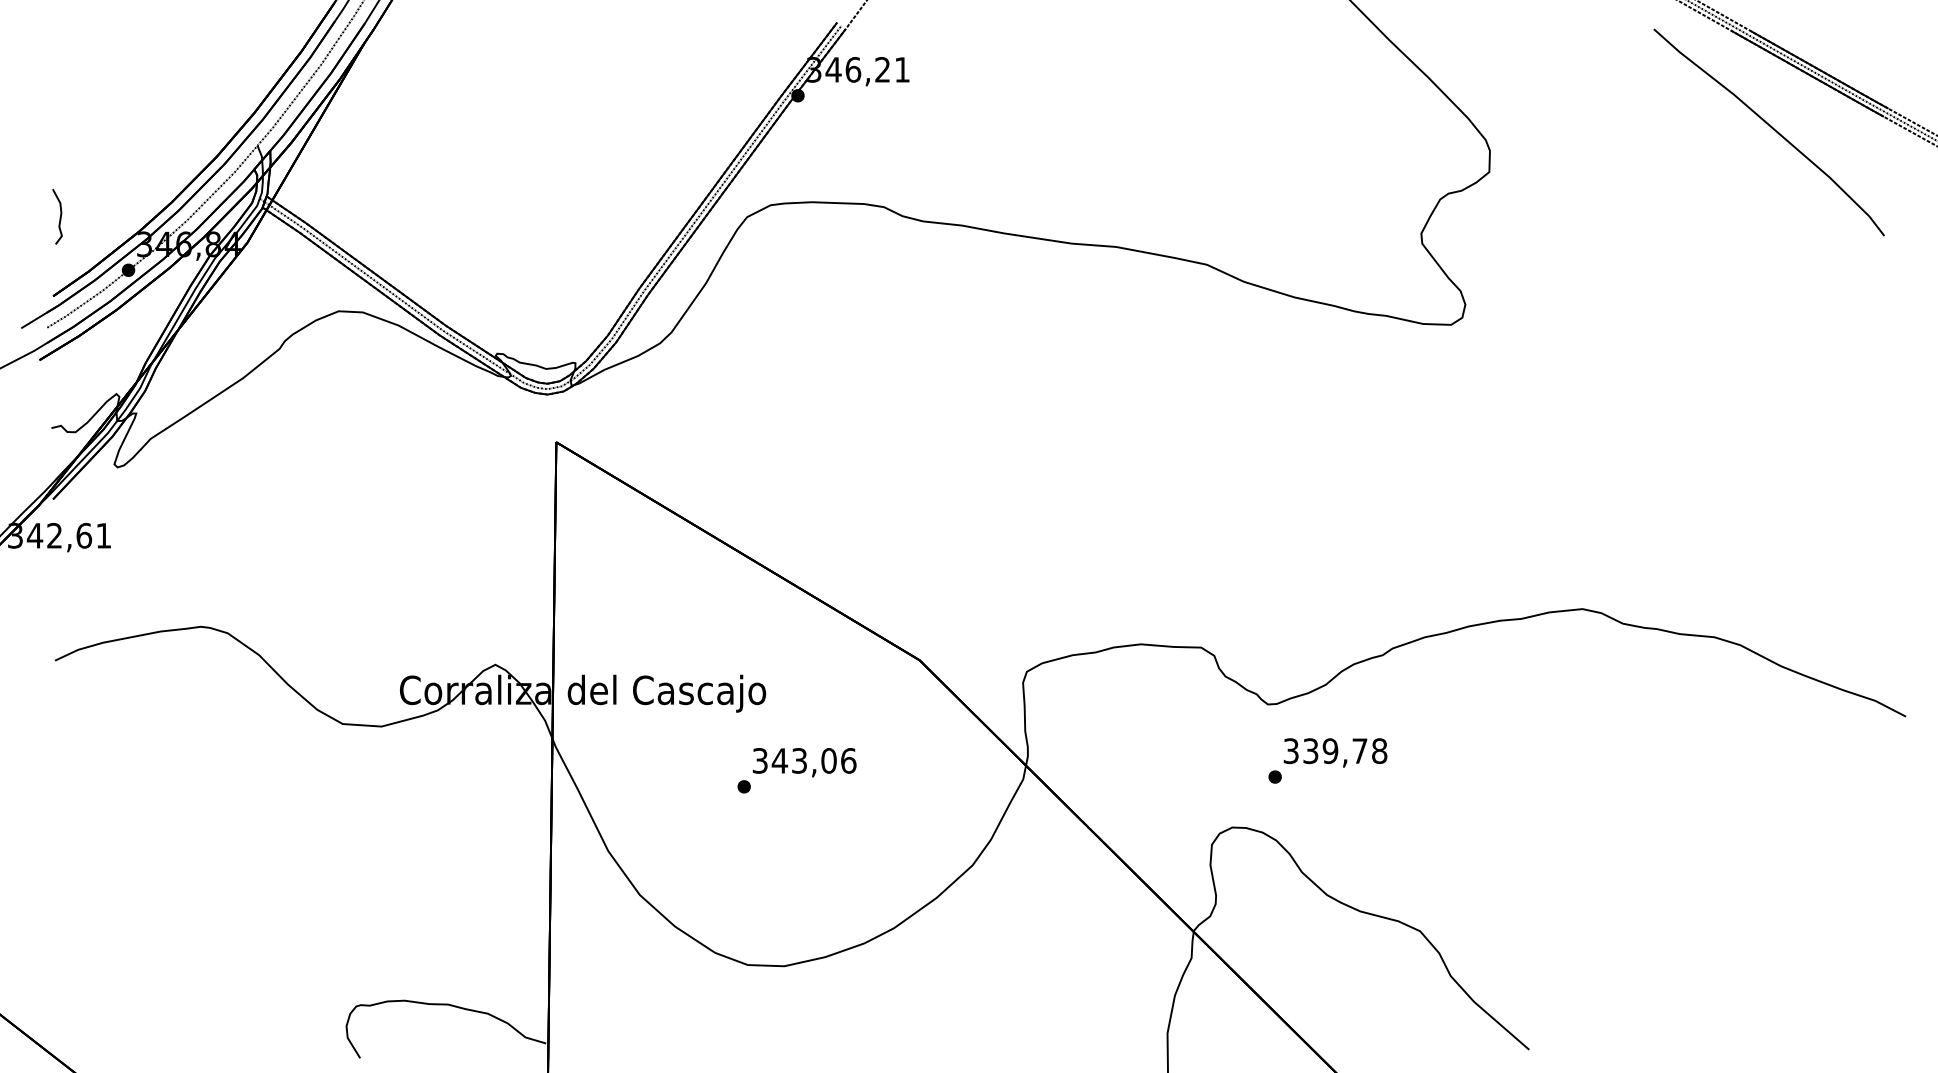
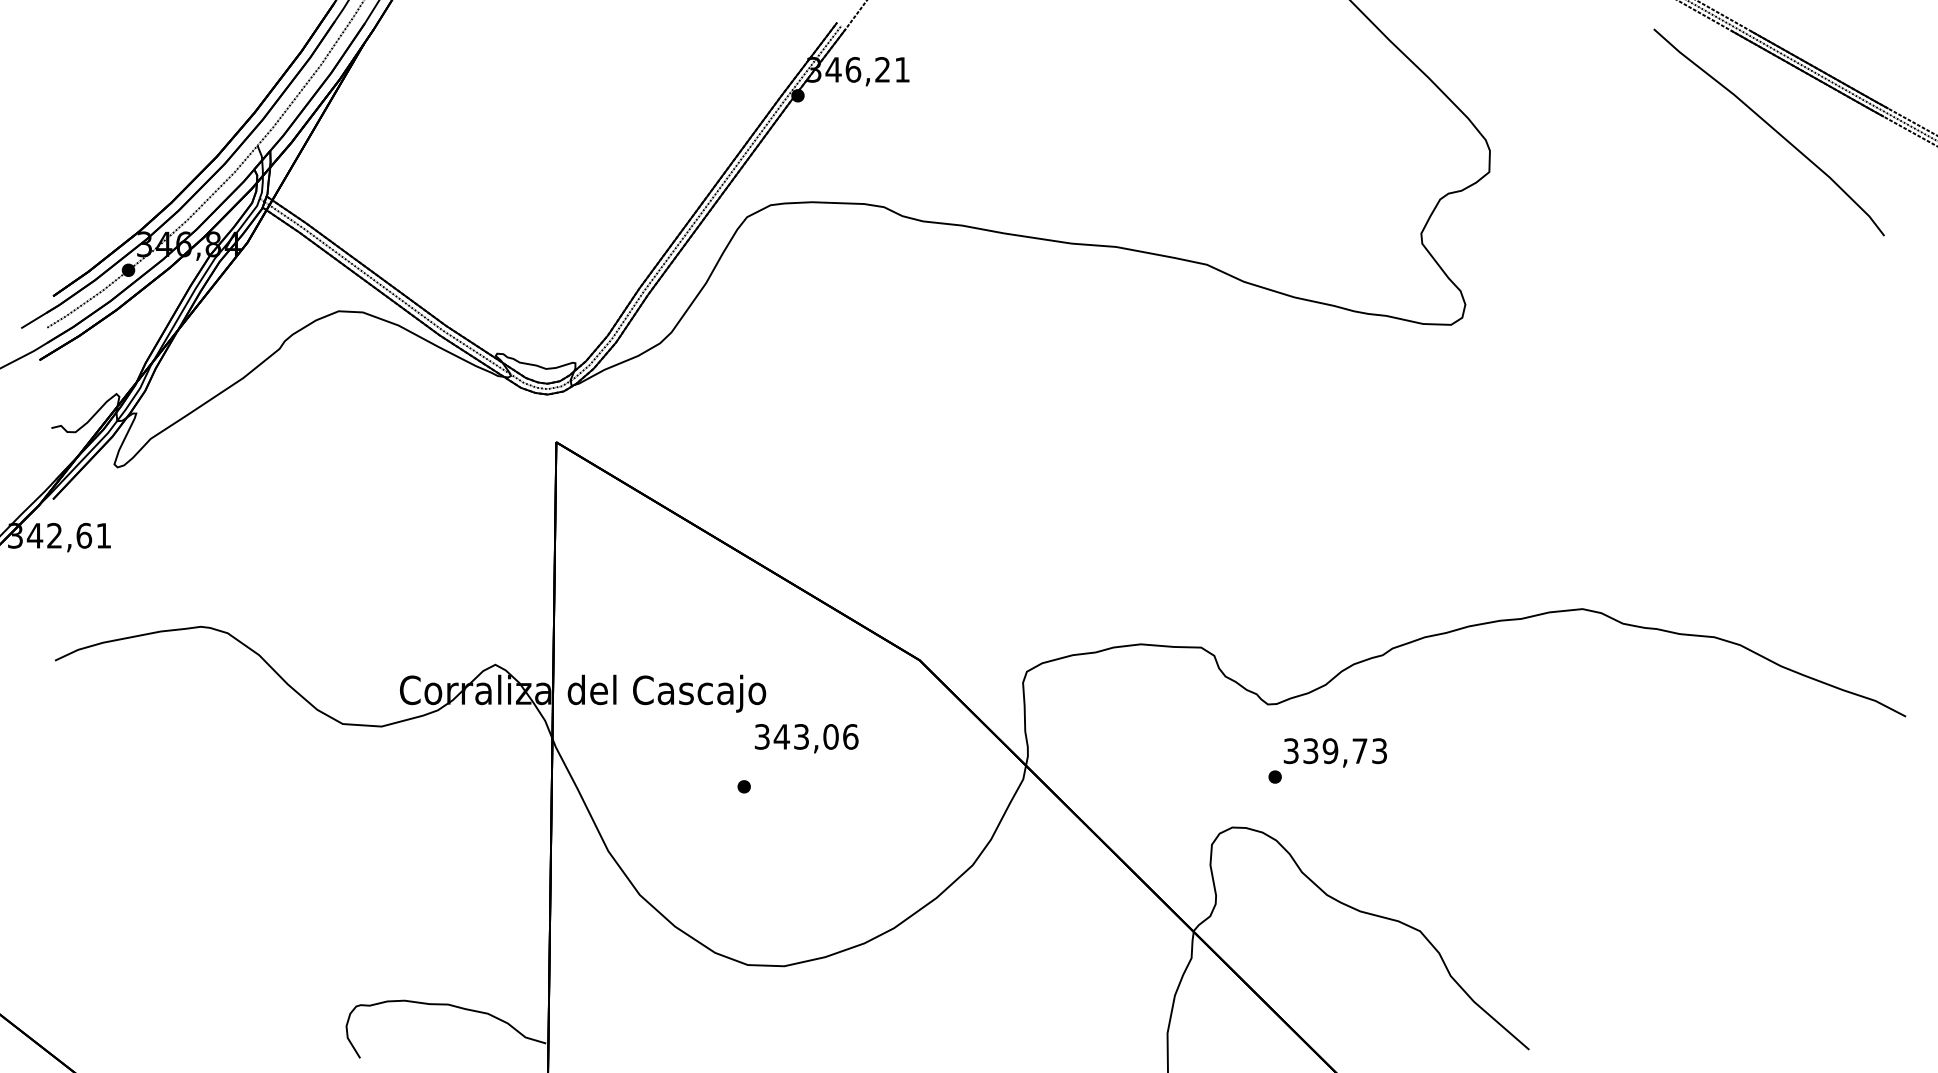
curve at (59, 217): present -> none
text at (1379, 751): 339,78 -> 339,73
text at (804, 762) position: (804, 762) -> (806, 738)
